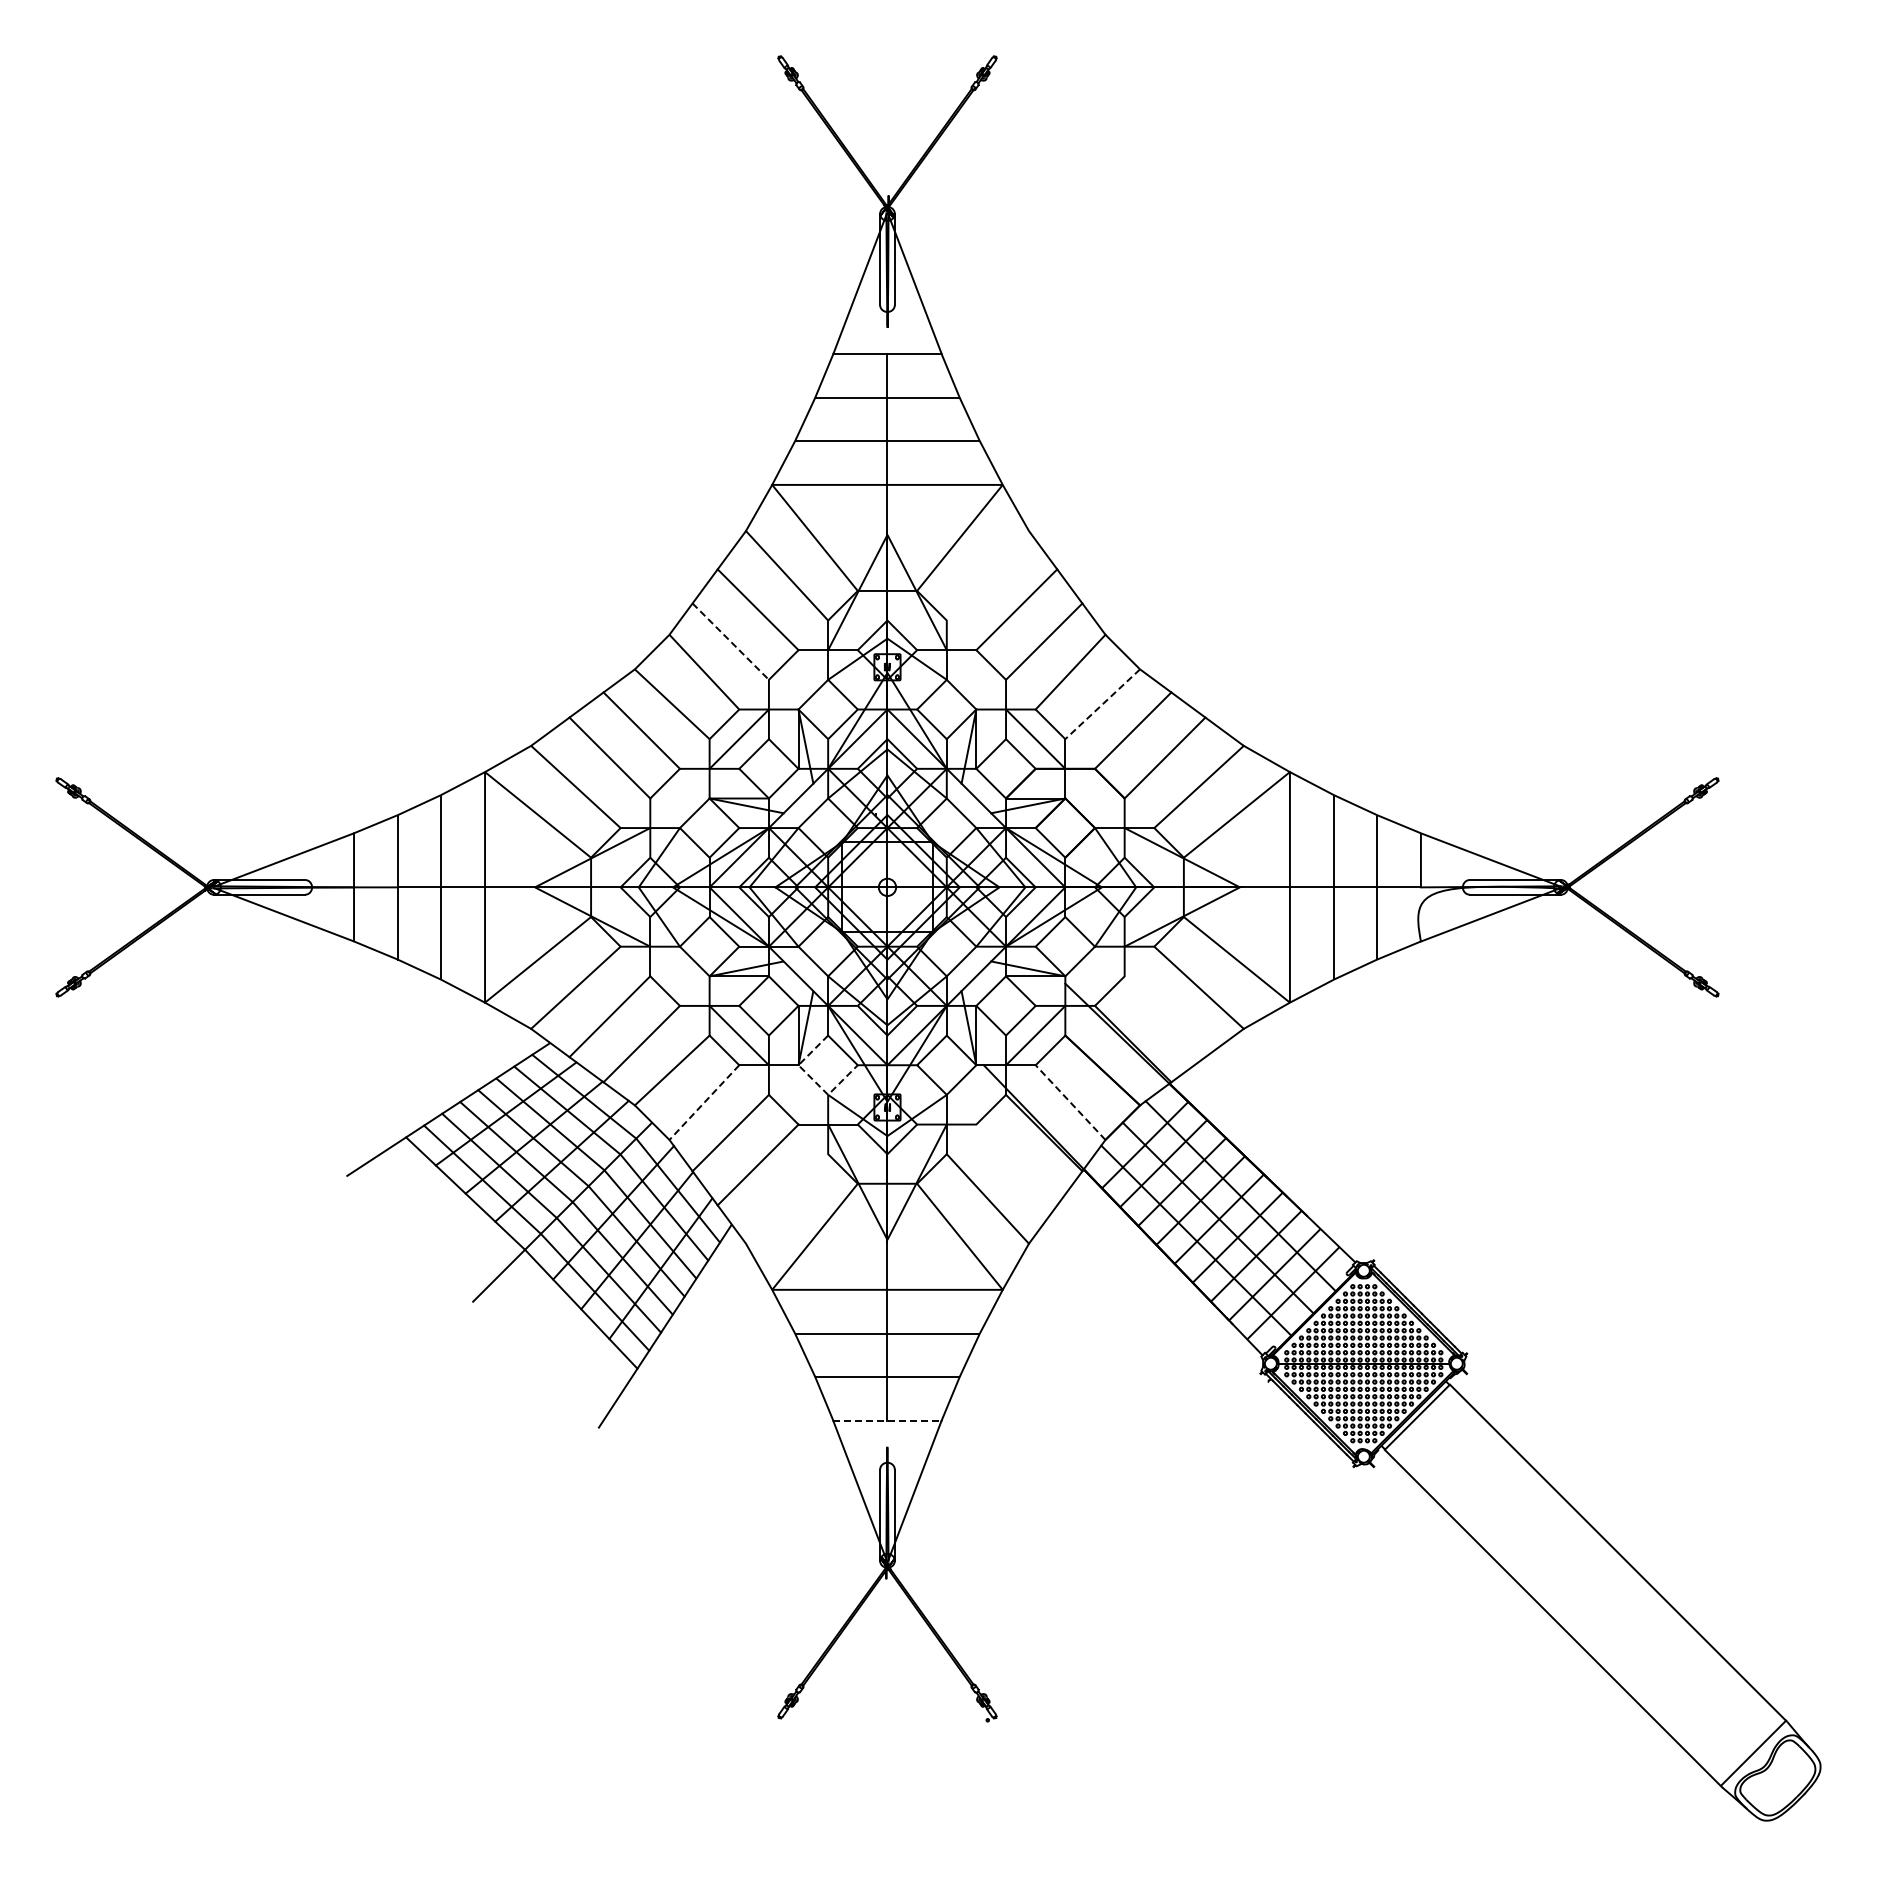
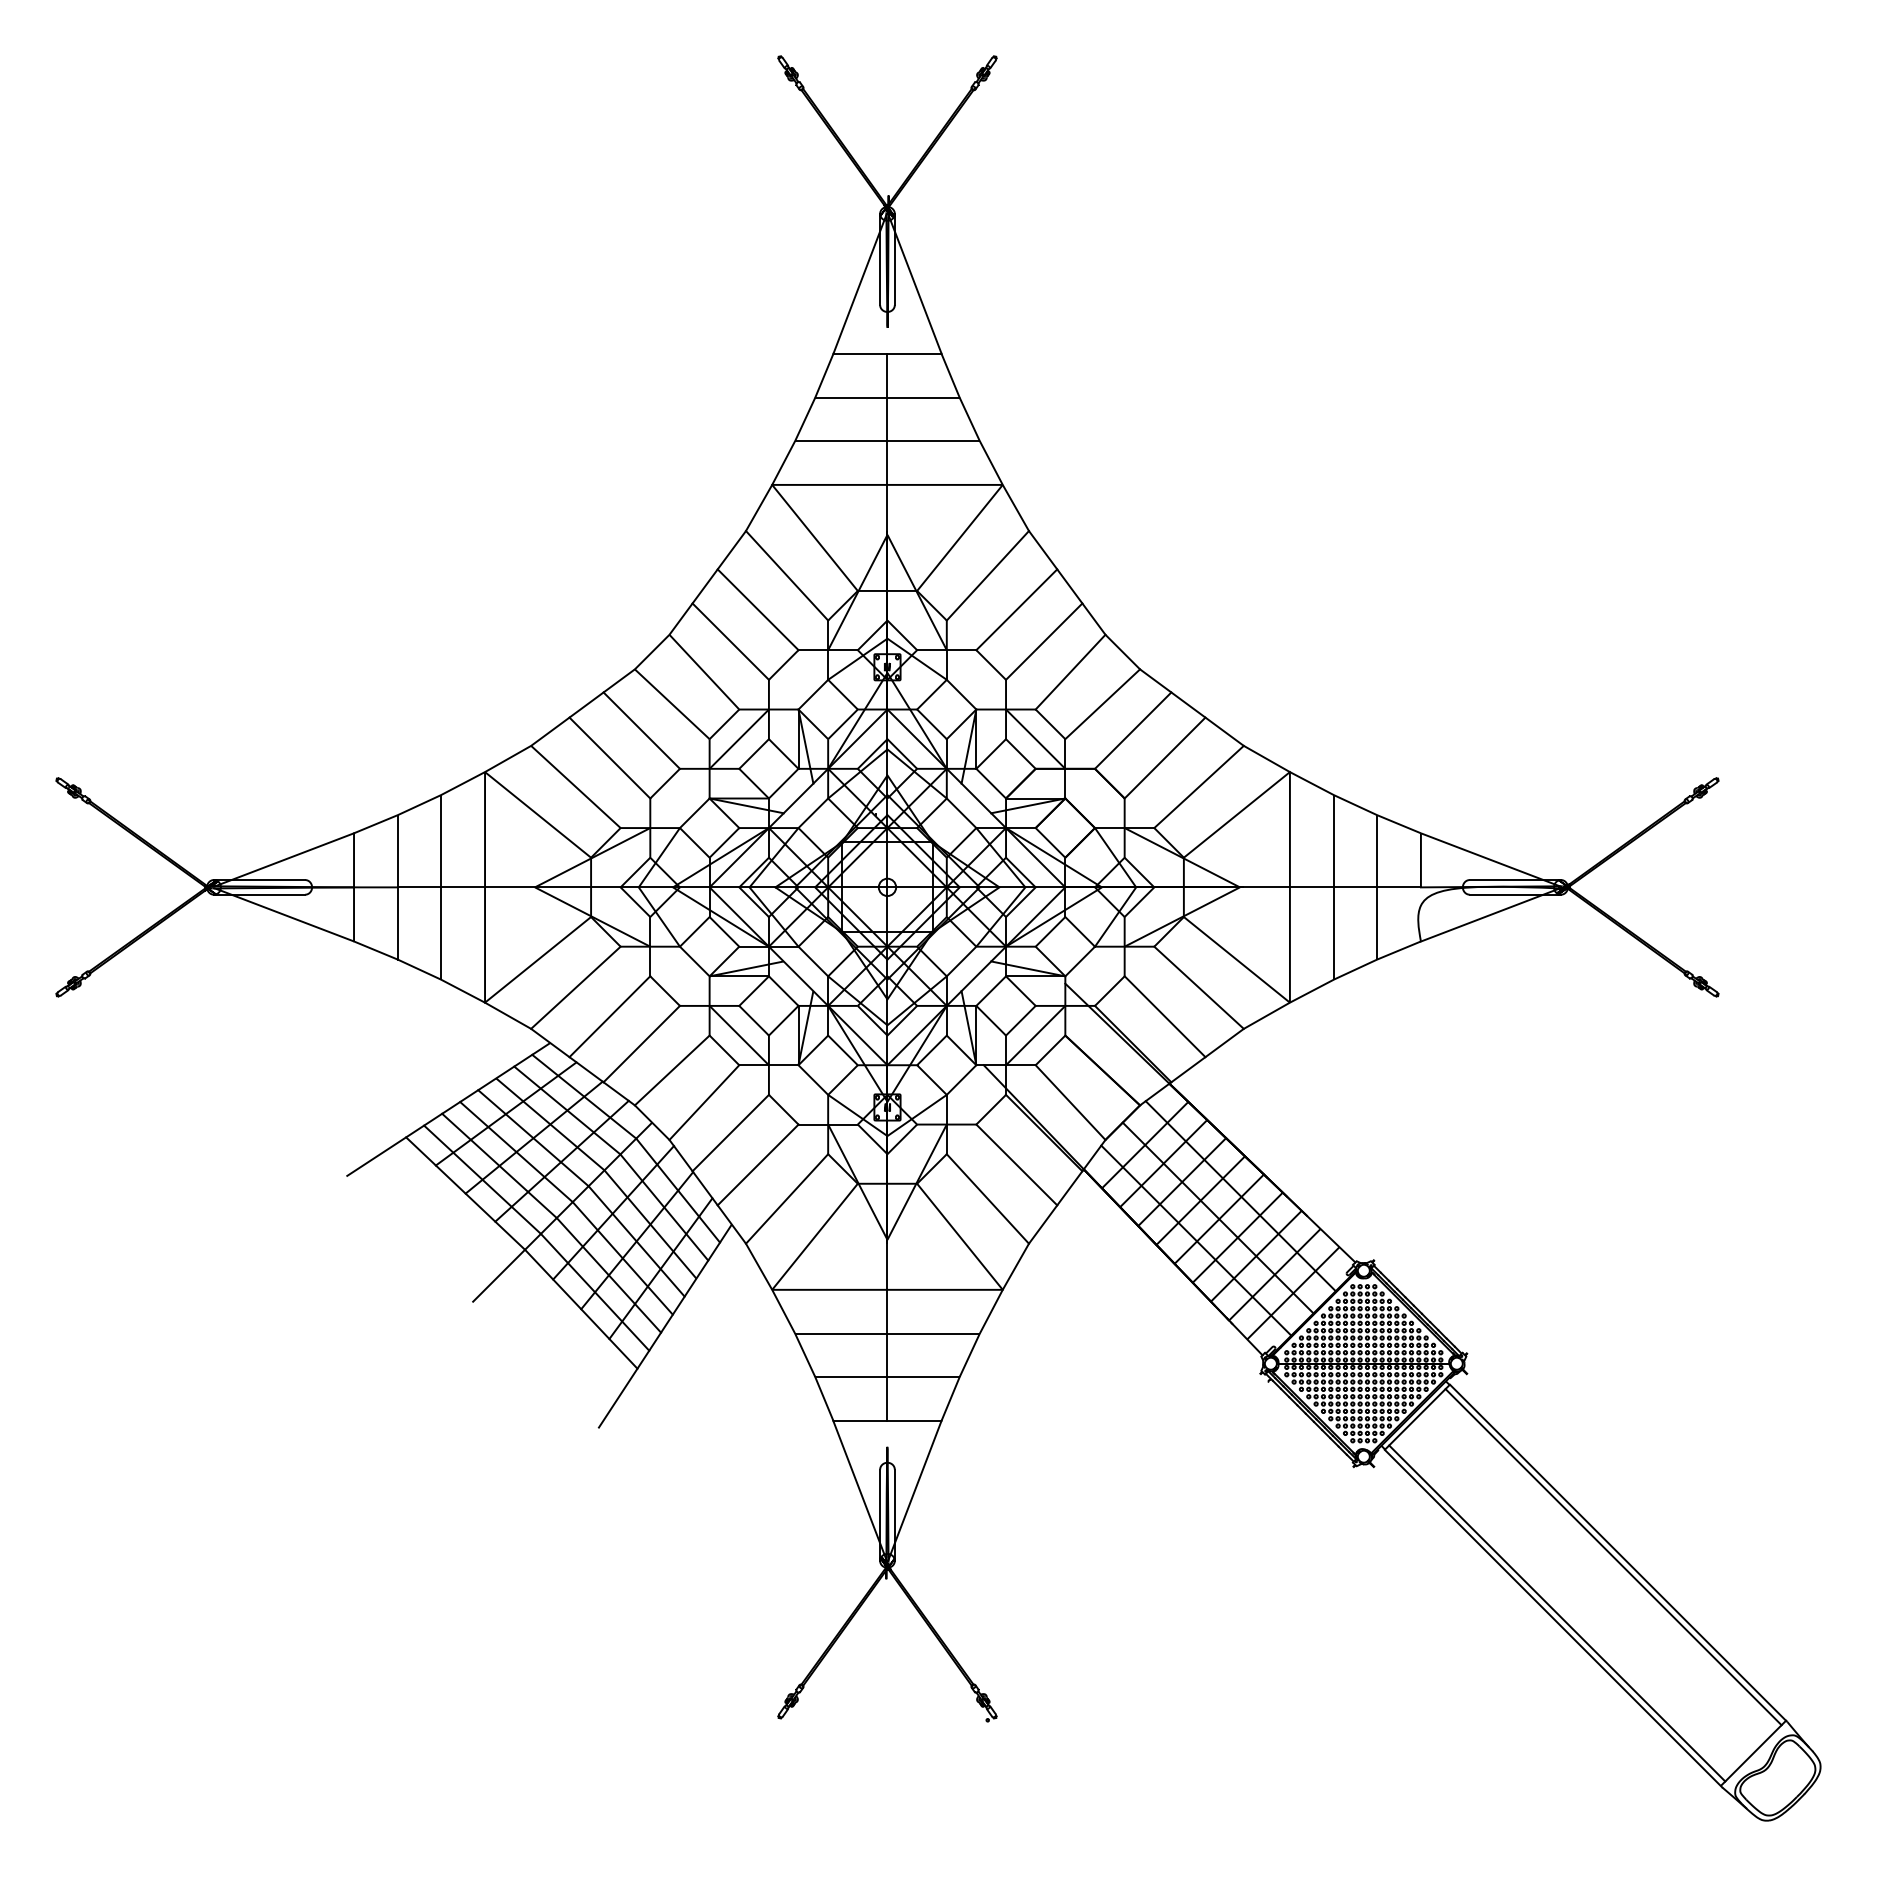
line at (987, 575): none -> present
line at (731, 642): dashed -> solid
line at (1102, 704): dashed -> solid
line at (1164, 1016): none -> present
line at (813, 1080): dashed -> solid
line at (704, 1102): dashed -> solid
line at (1070, 1102): dashed -> solid
line at (1016, 1164): none -> present
line at (786, 1198): none -> present
line at (887, 1420): dashed -> solid
line at (1613, 1557): none -> present
line at (1557, 1613): none -> present
